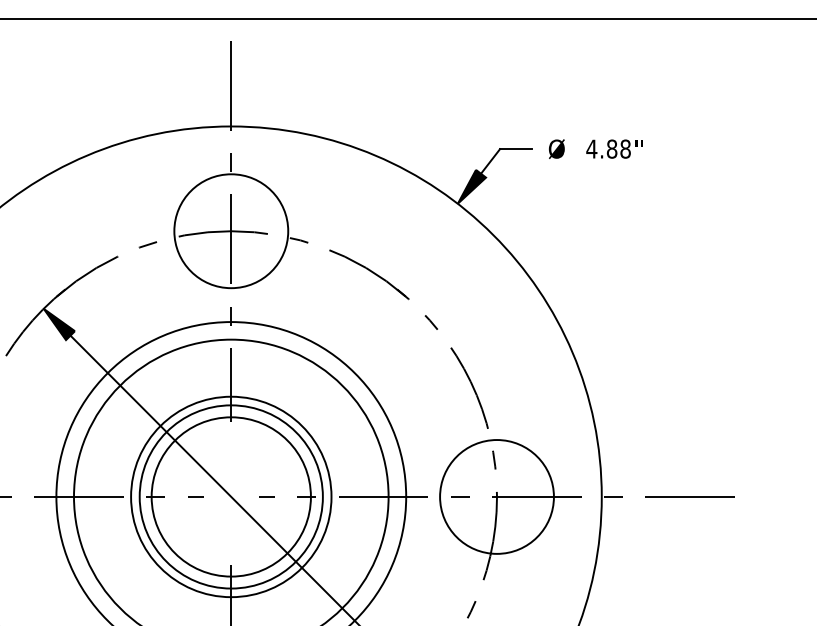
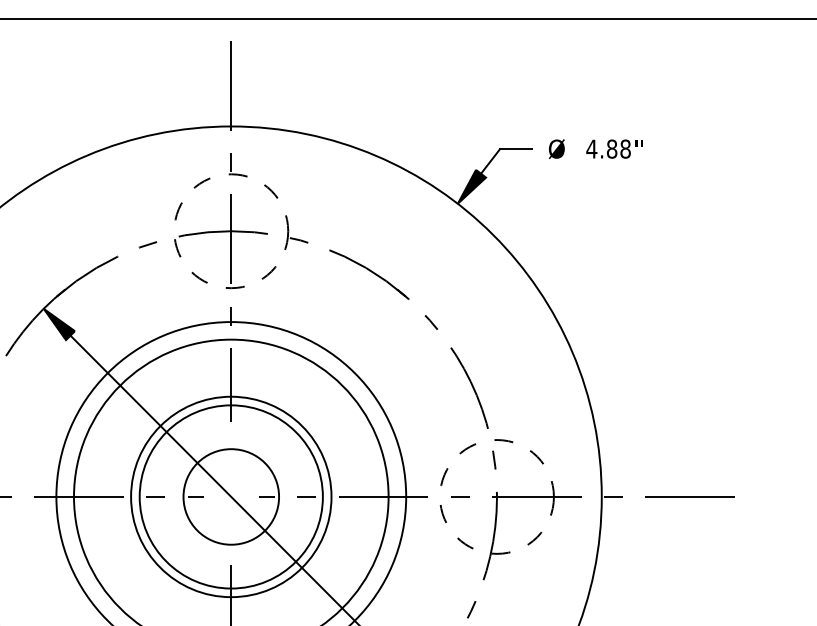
circle at (231, 231): solid -> dashed
circle at (230, 496) diameter: 159 px -> 96 px
circle at (496, 496): solid -> dashed
